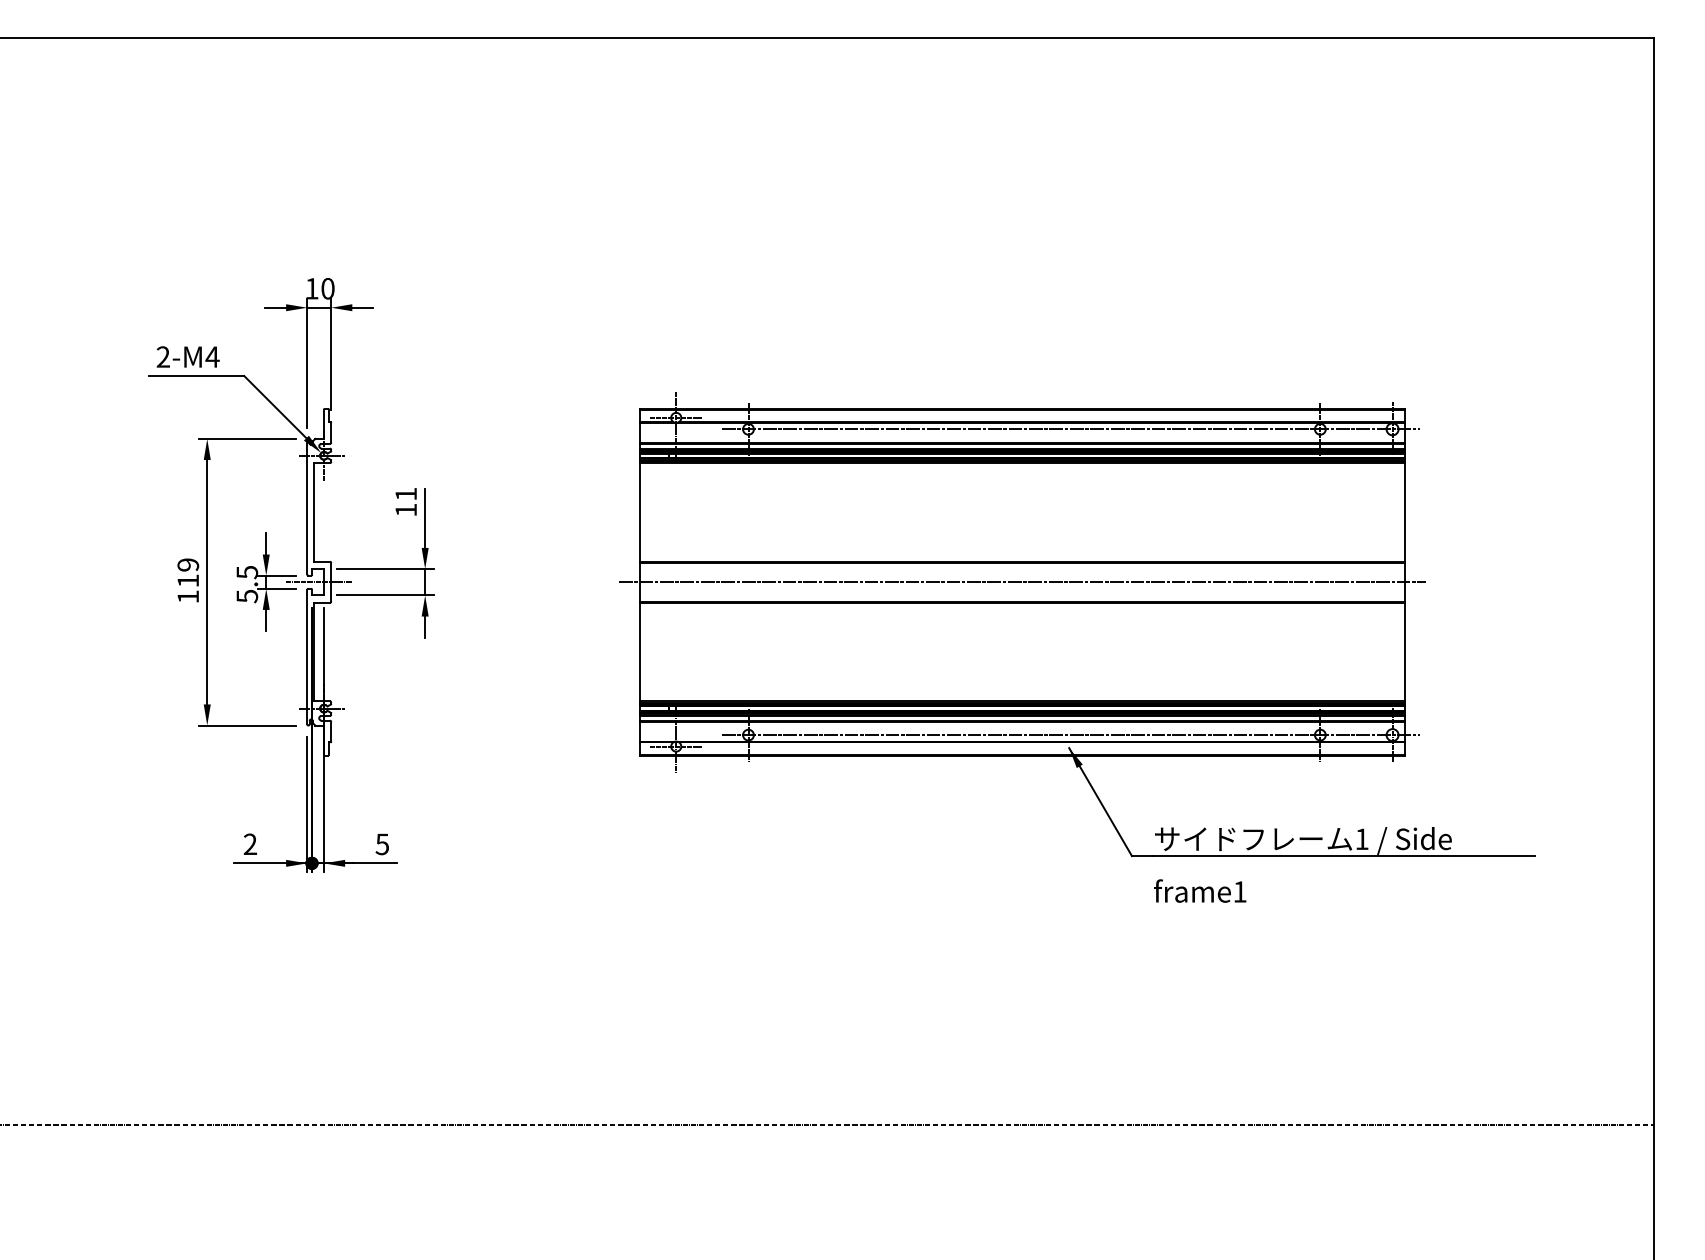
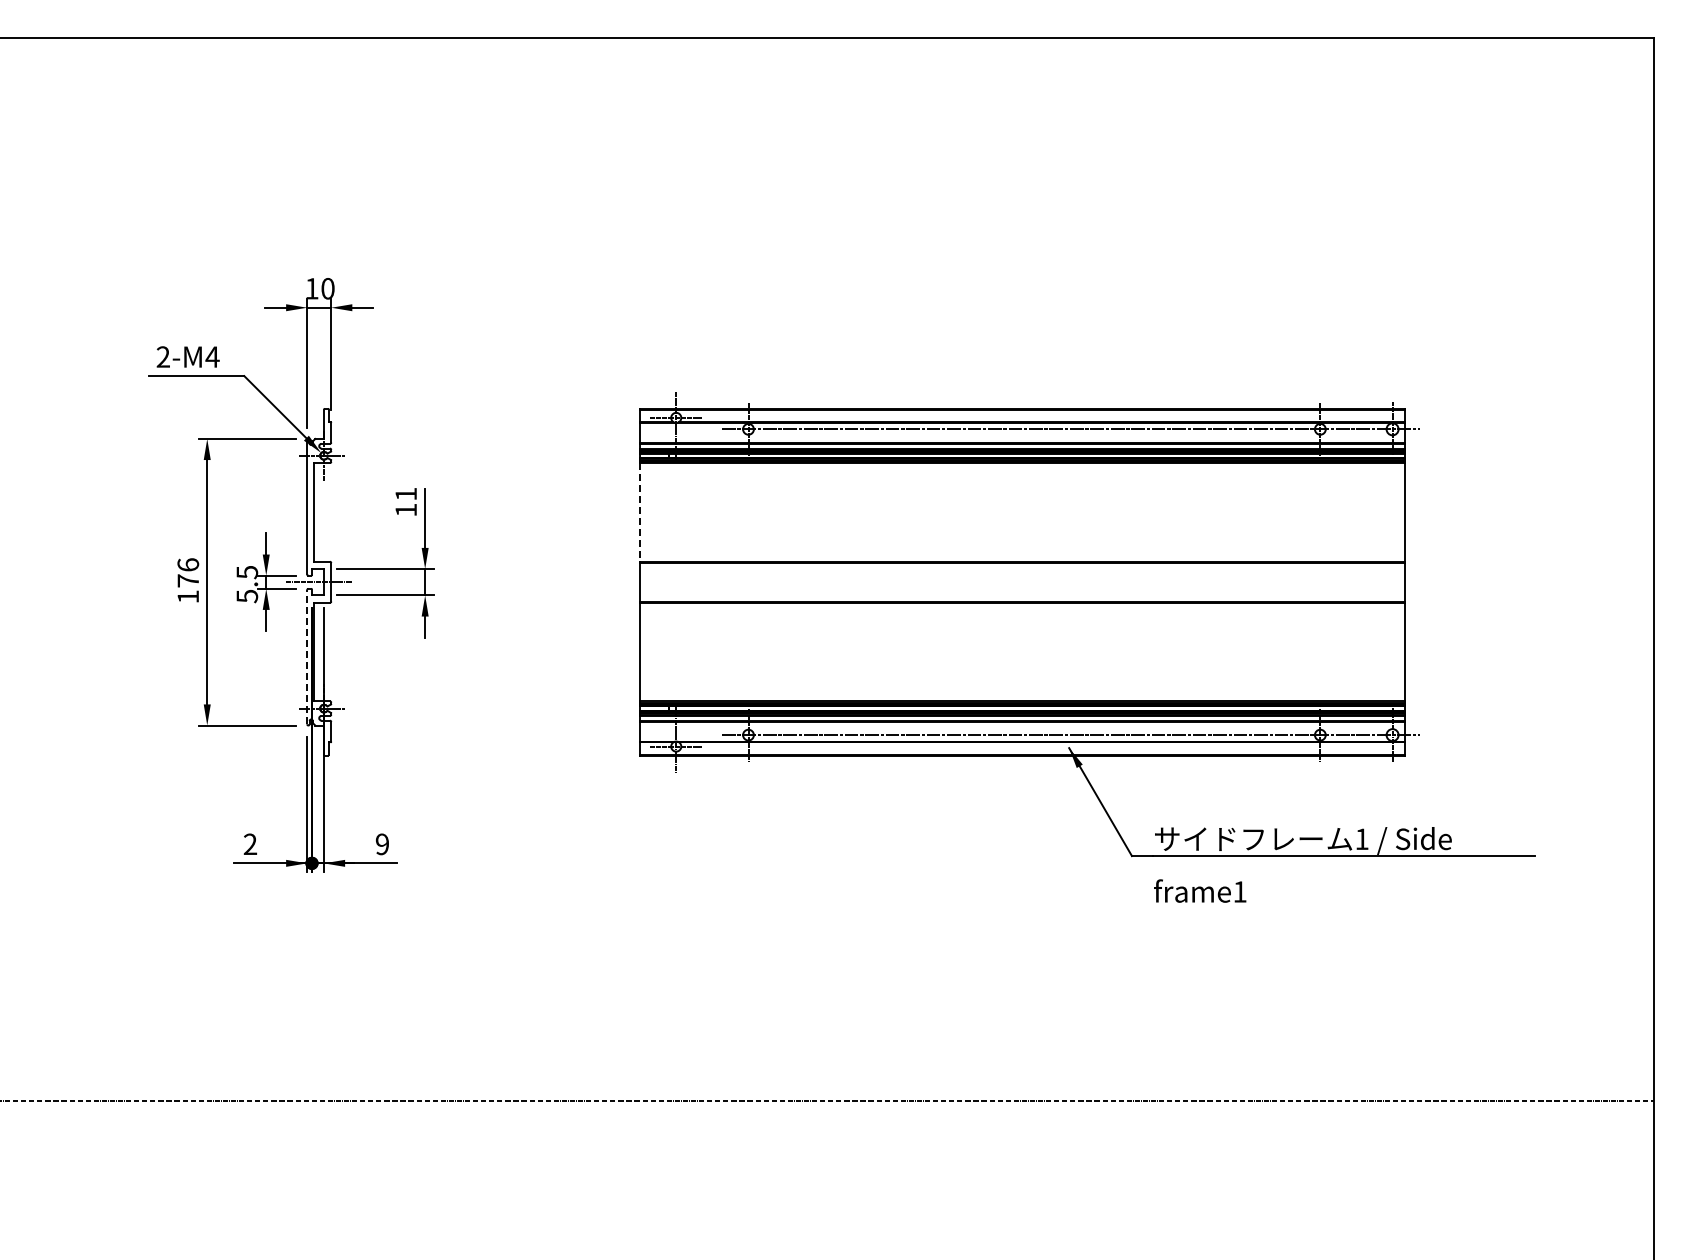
line at (640, 512): solid -> dashed
text at (188, 572): 119 -> 176
line at (1022, 582): present -> none
line at (307, 656): solid -> dashed
text at (381, 844): 5 -> 9
line at (827, 1124) position: (827, 1124) -> (827, 1100)
